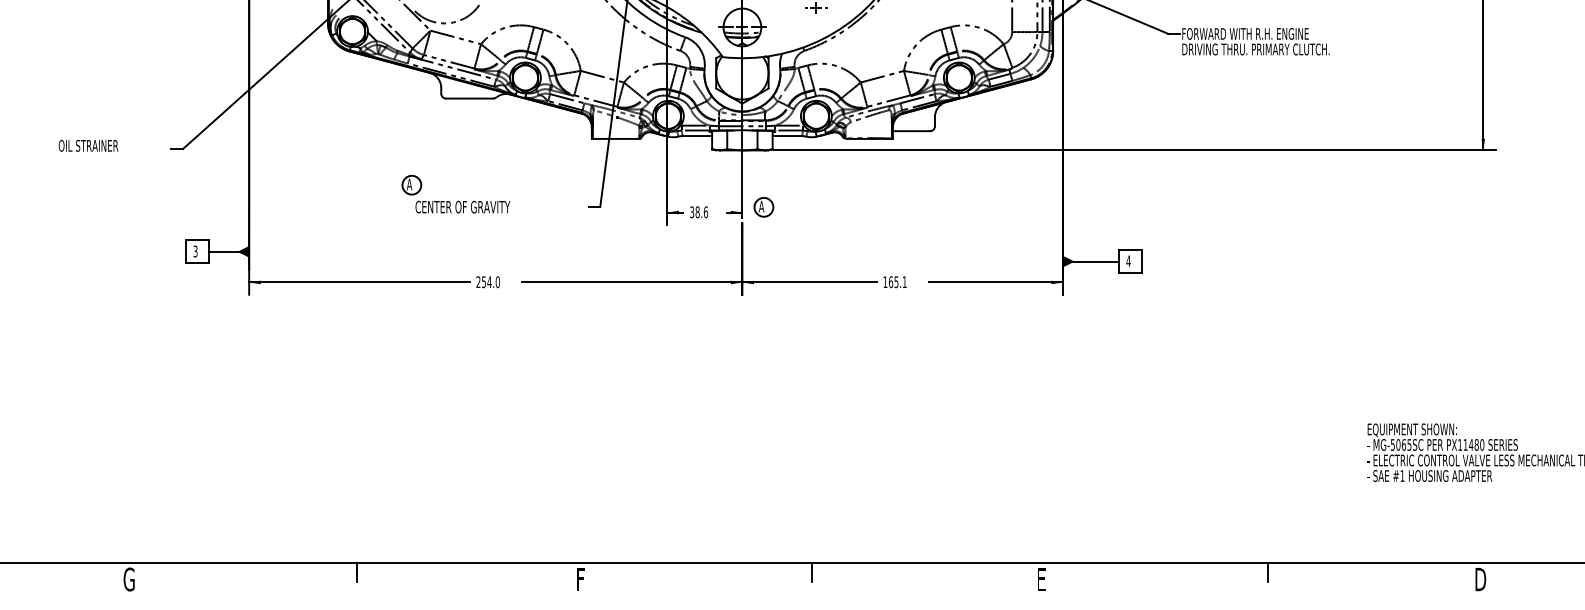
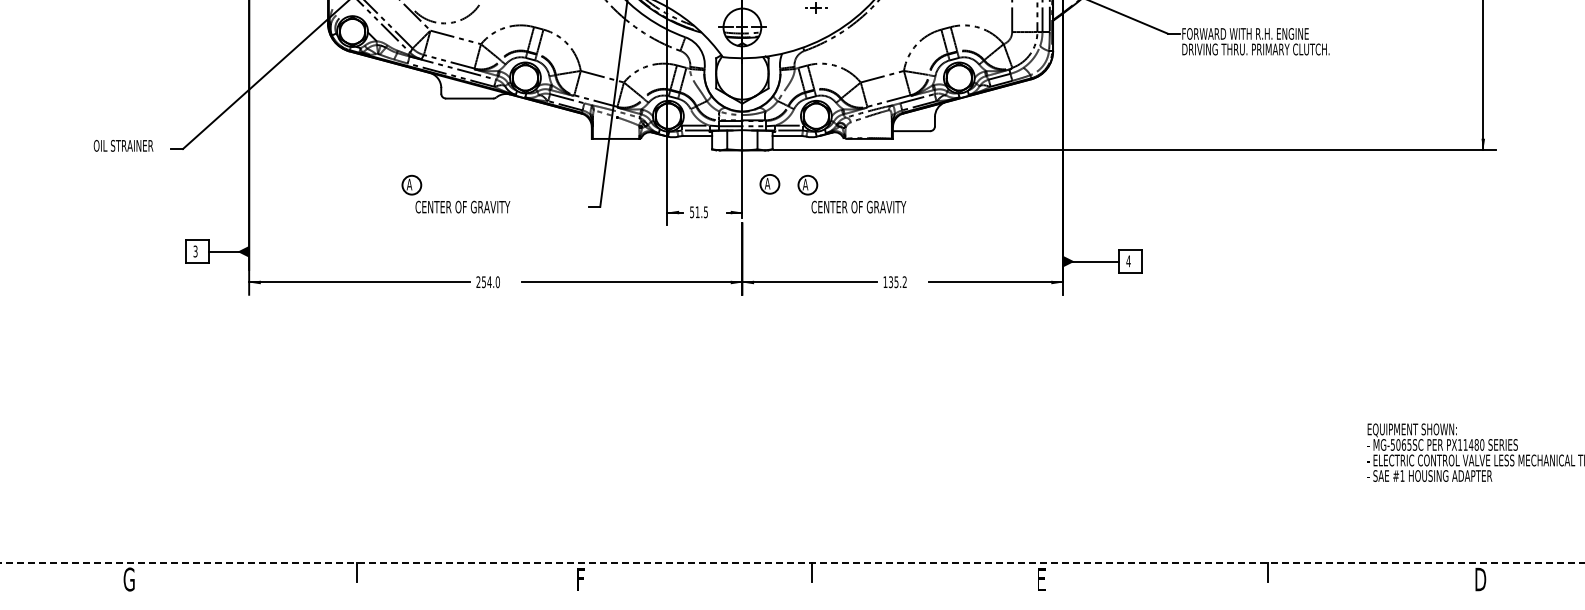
text at (88, 145) position: (88, 145) -> (123, 145)
part at (854, 200): none -> present
part at (763, 207) position: (763, 207) -> (769, 184)
text at (699, 212): 38.6 -> 51.5
text at (897, 282): 165.1 -> 135.2
line at (792, 562): solid -> dashed
